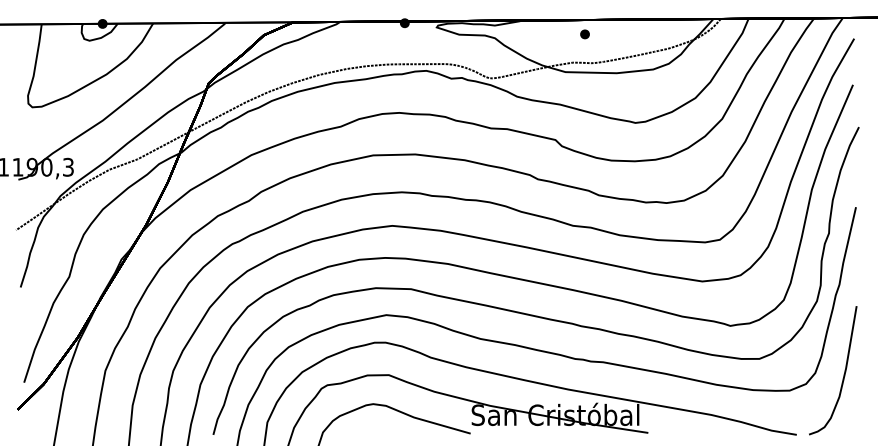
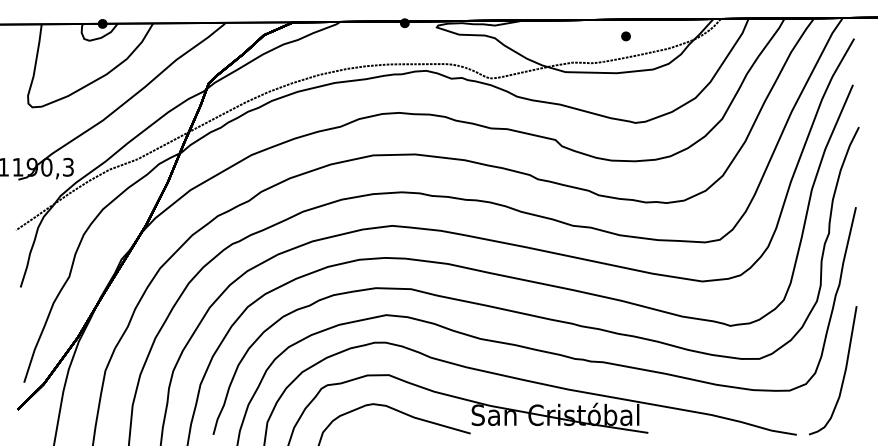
part at (584, 34) position: (584, 34) -> (625, 36)
